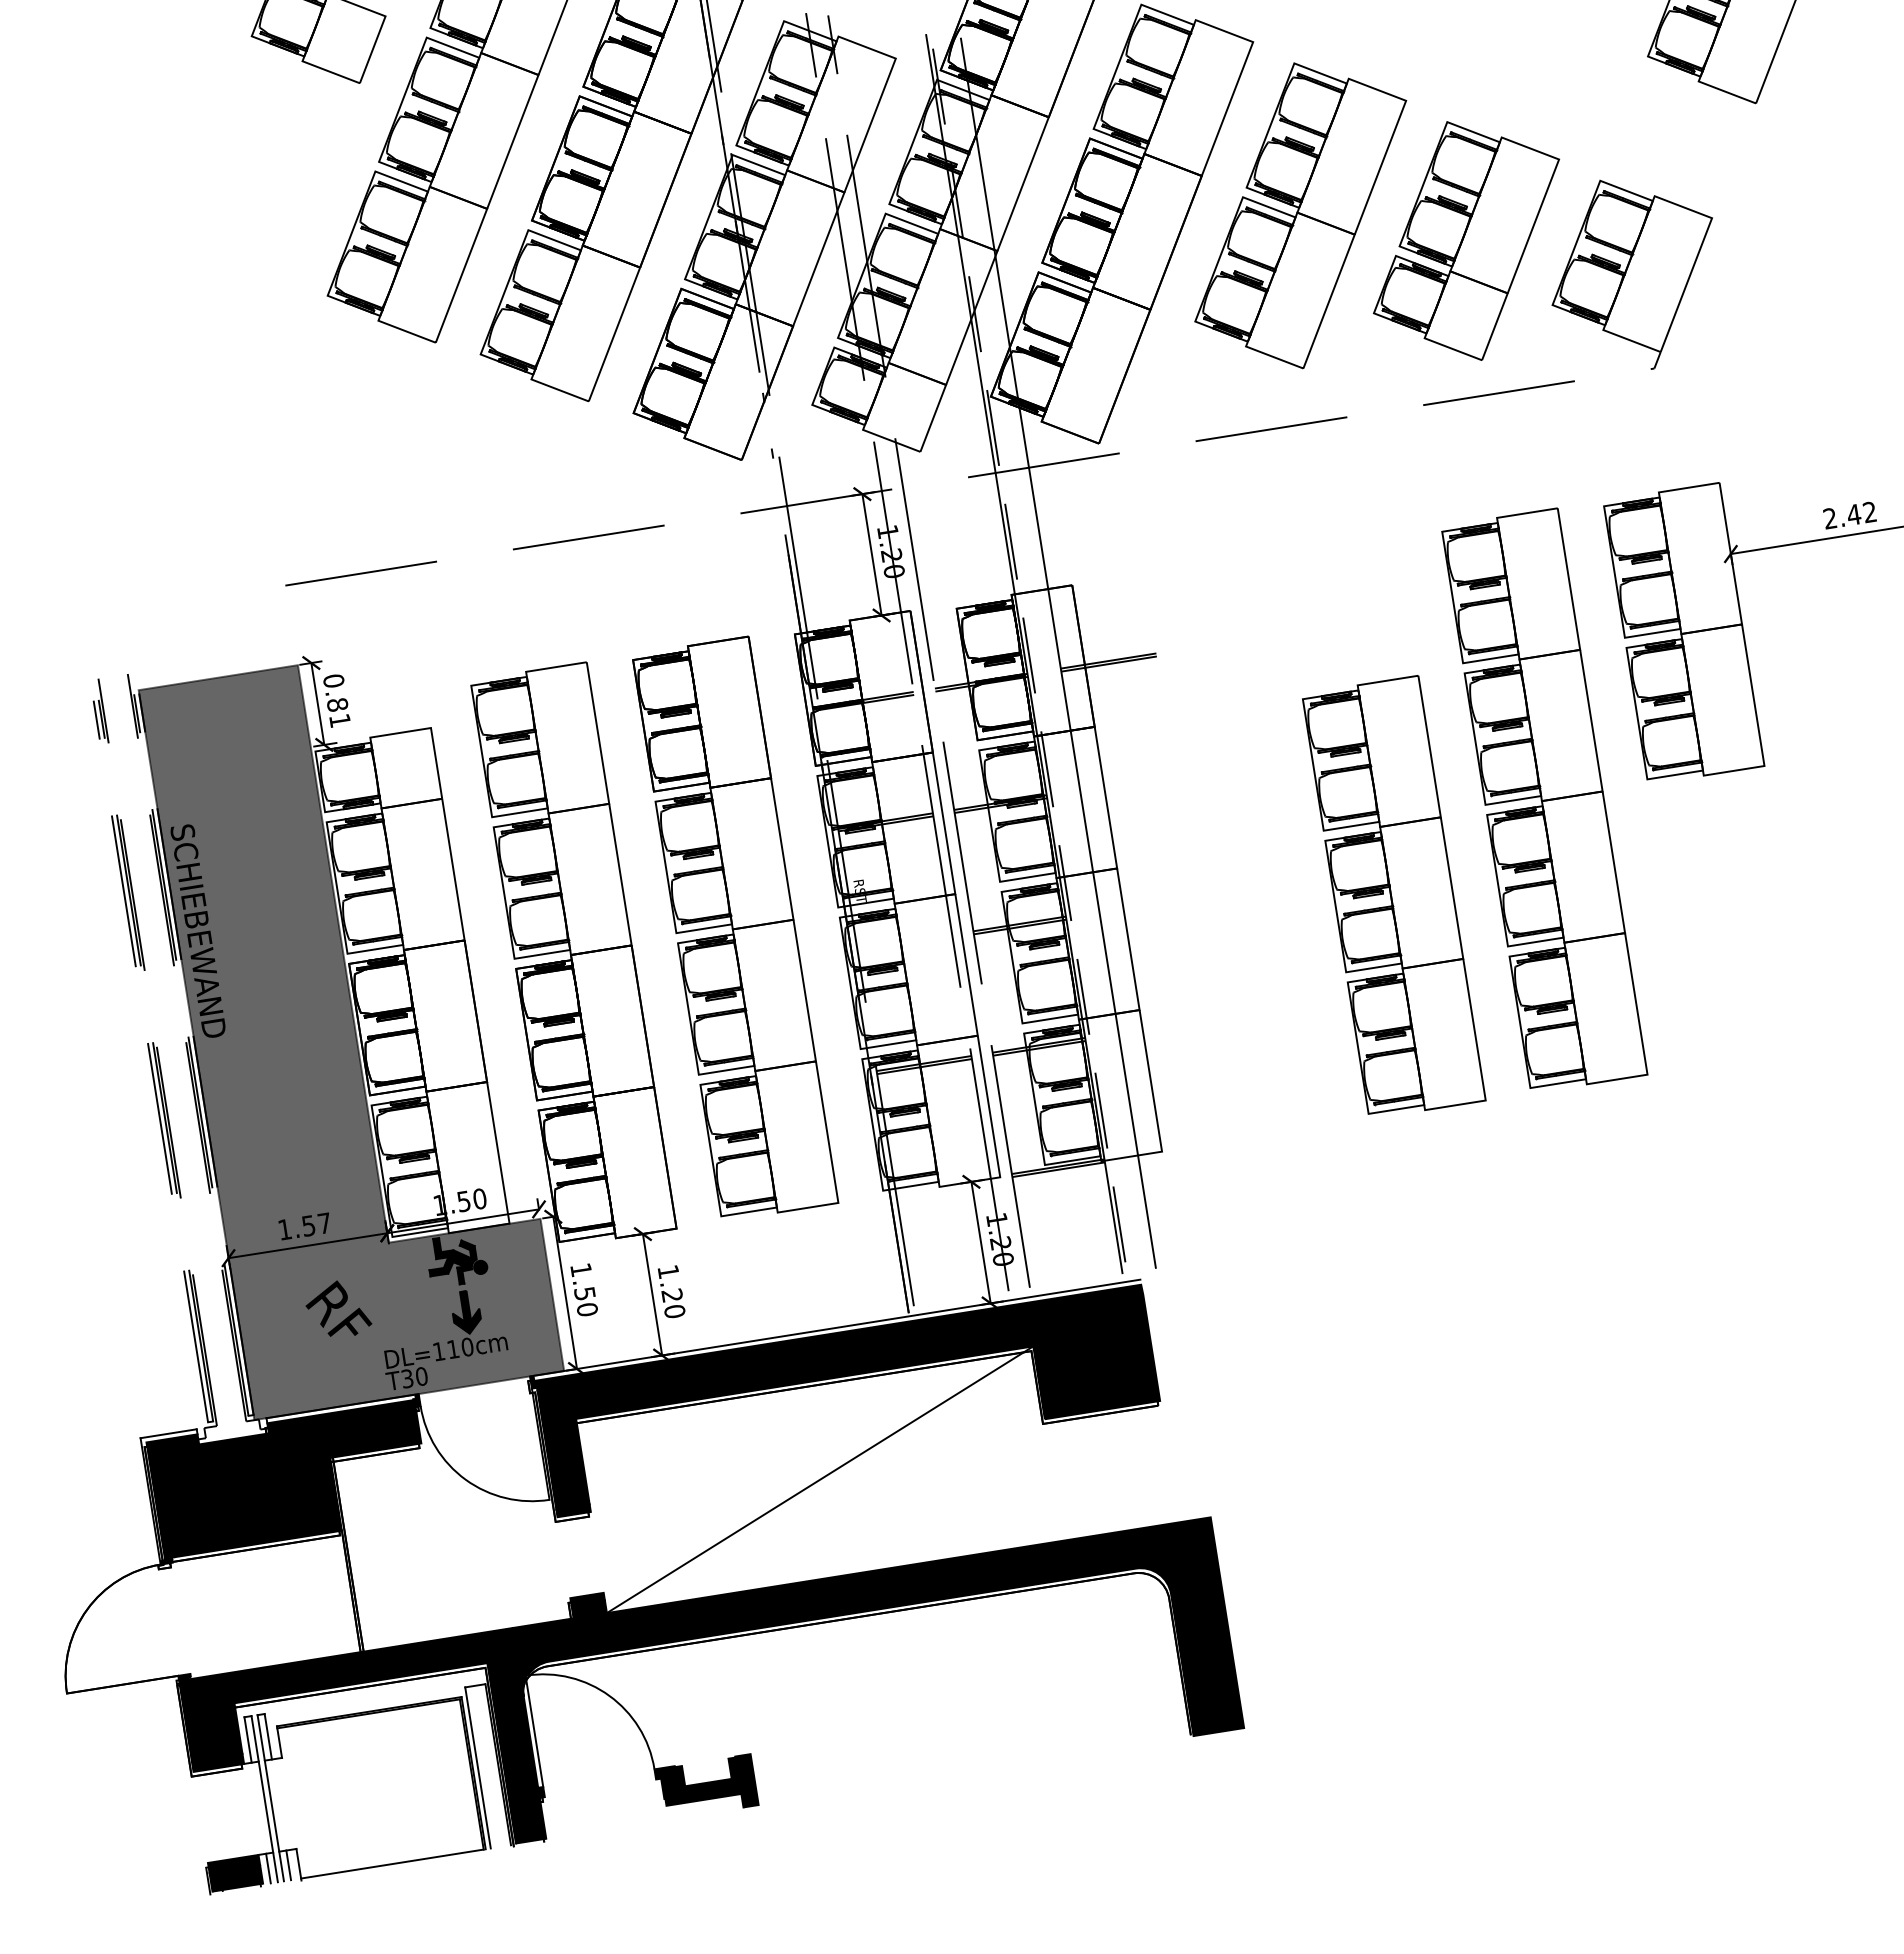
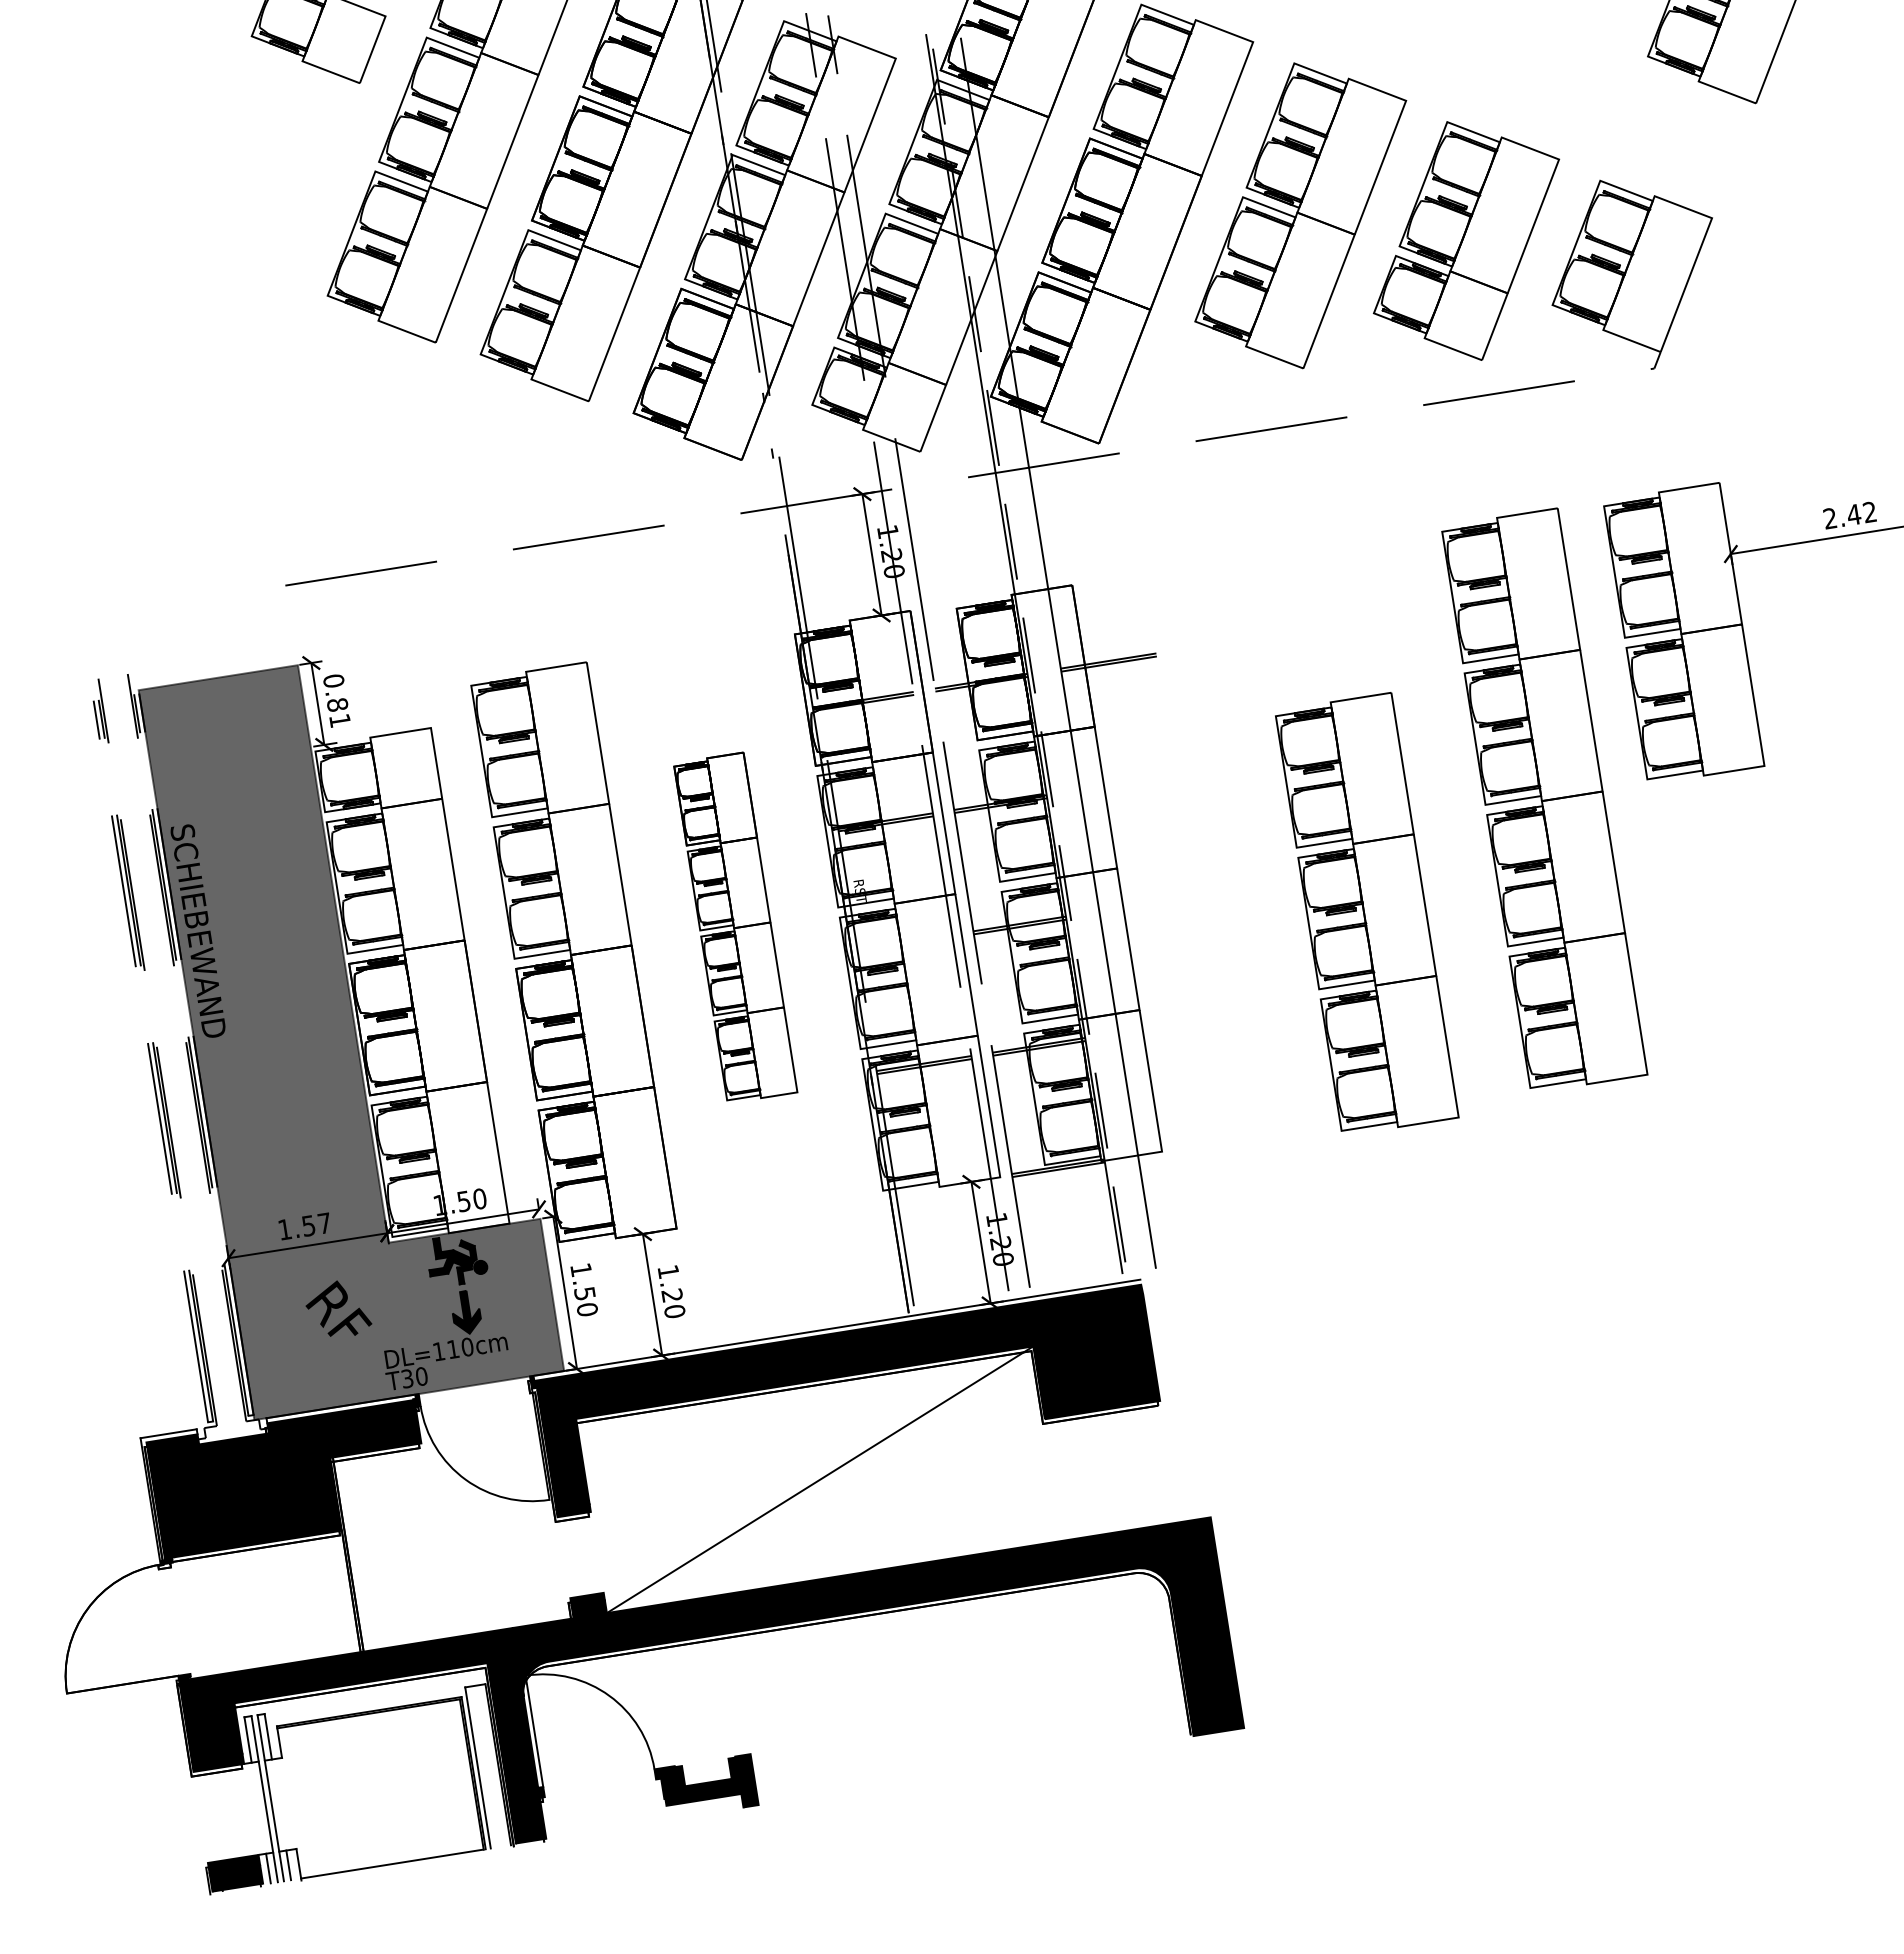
part at (1394, 894) position: (1394, 894) -> (1367, 911)
part at (735, 926) size: 208x583 px -> 126x351 px
